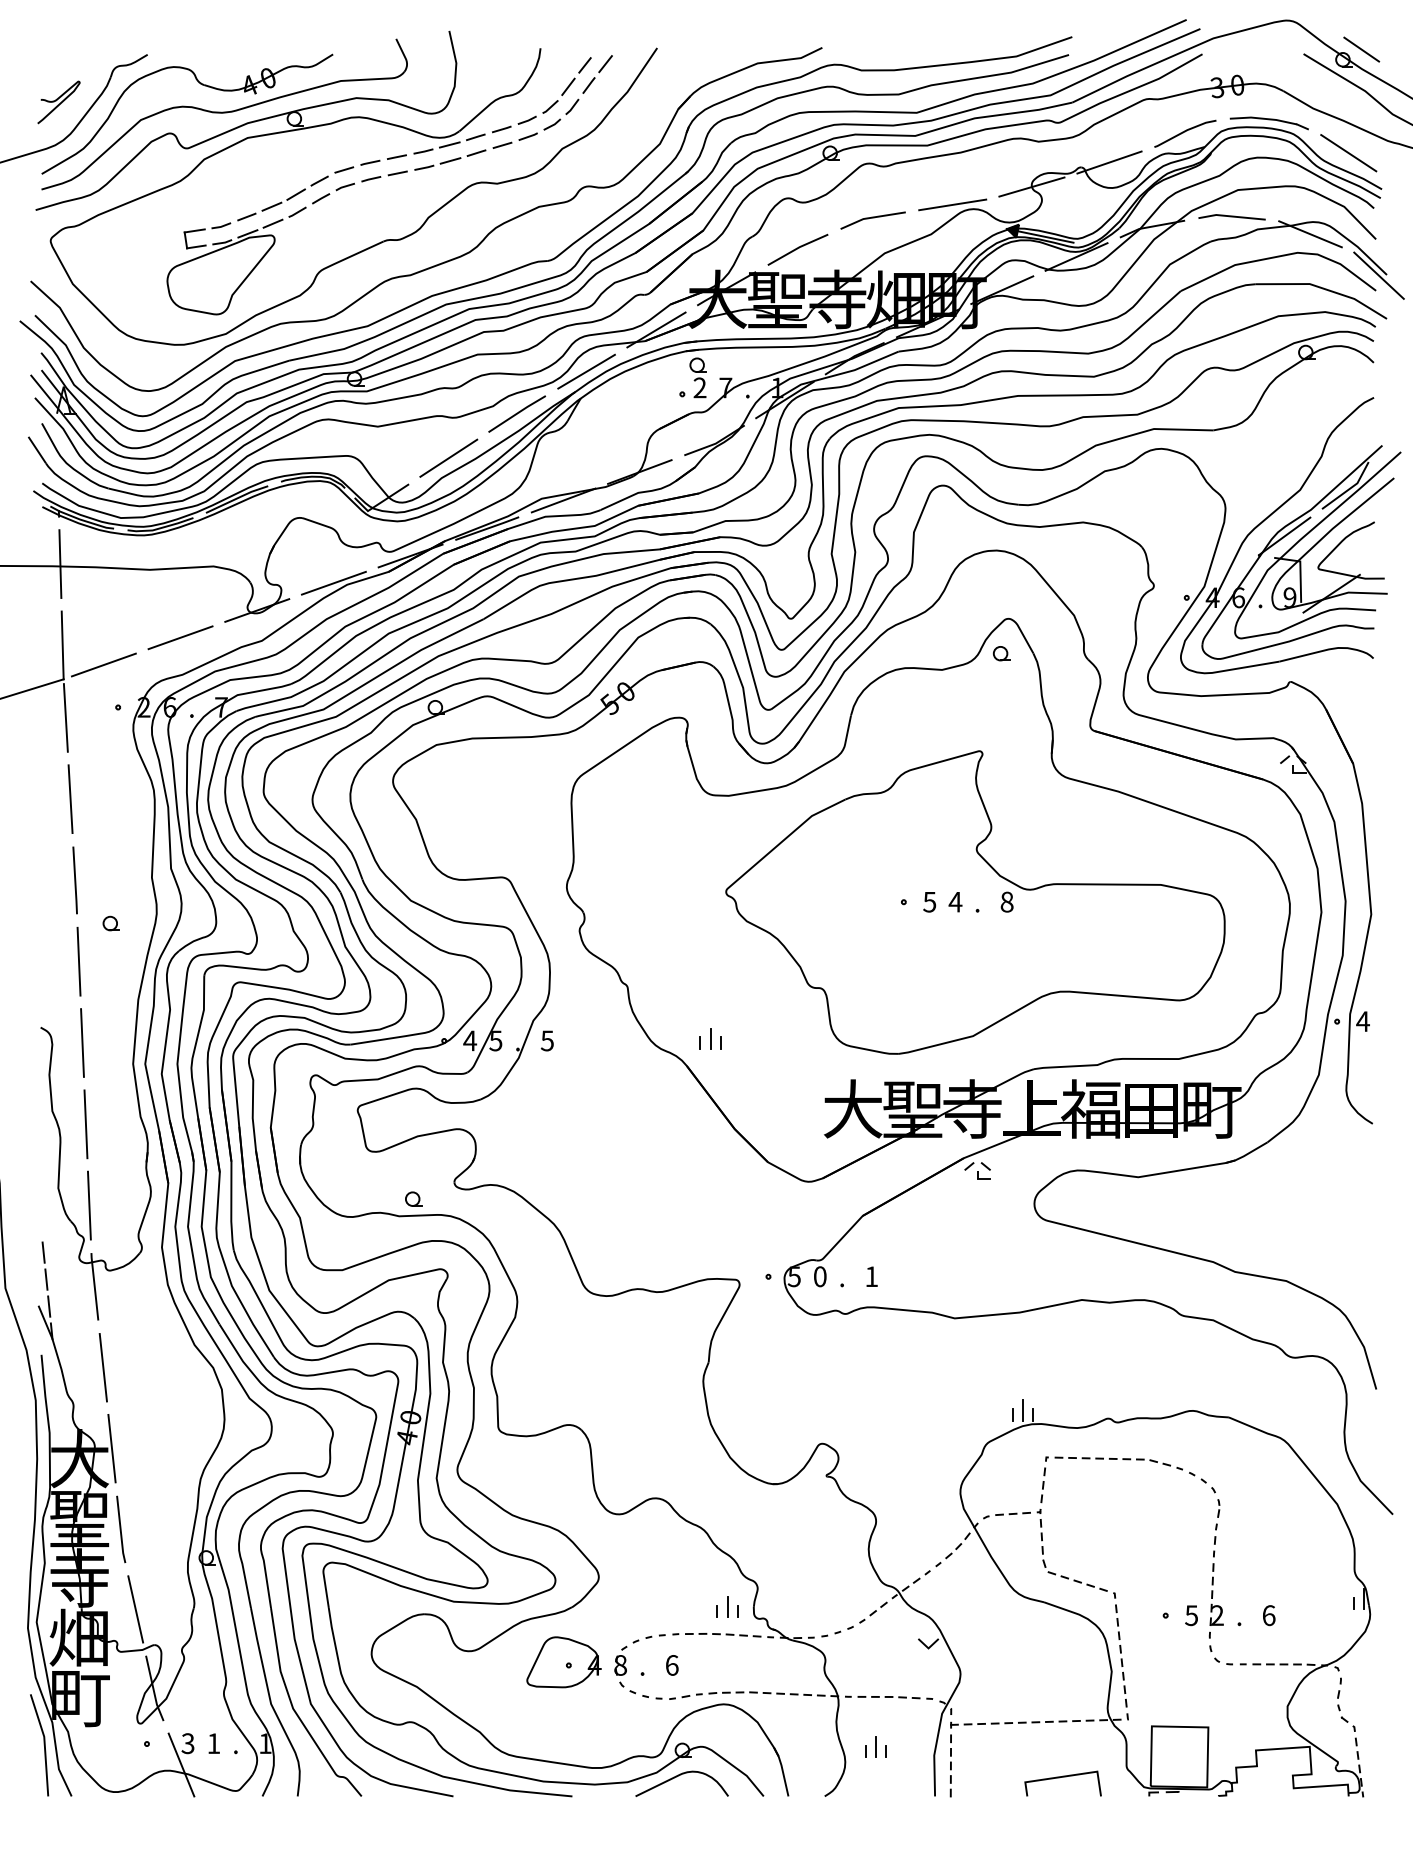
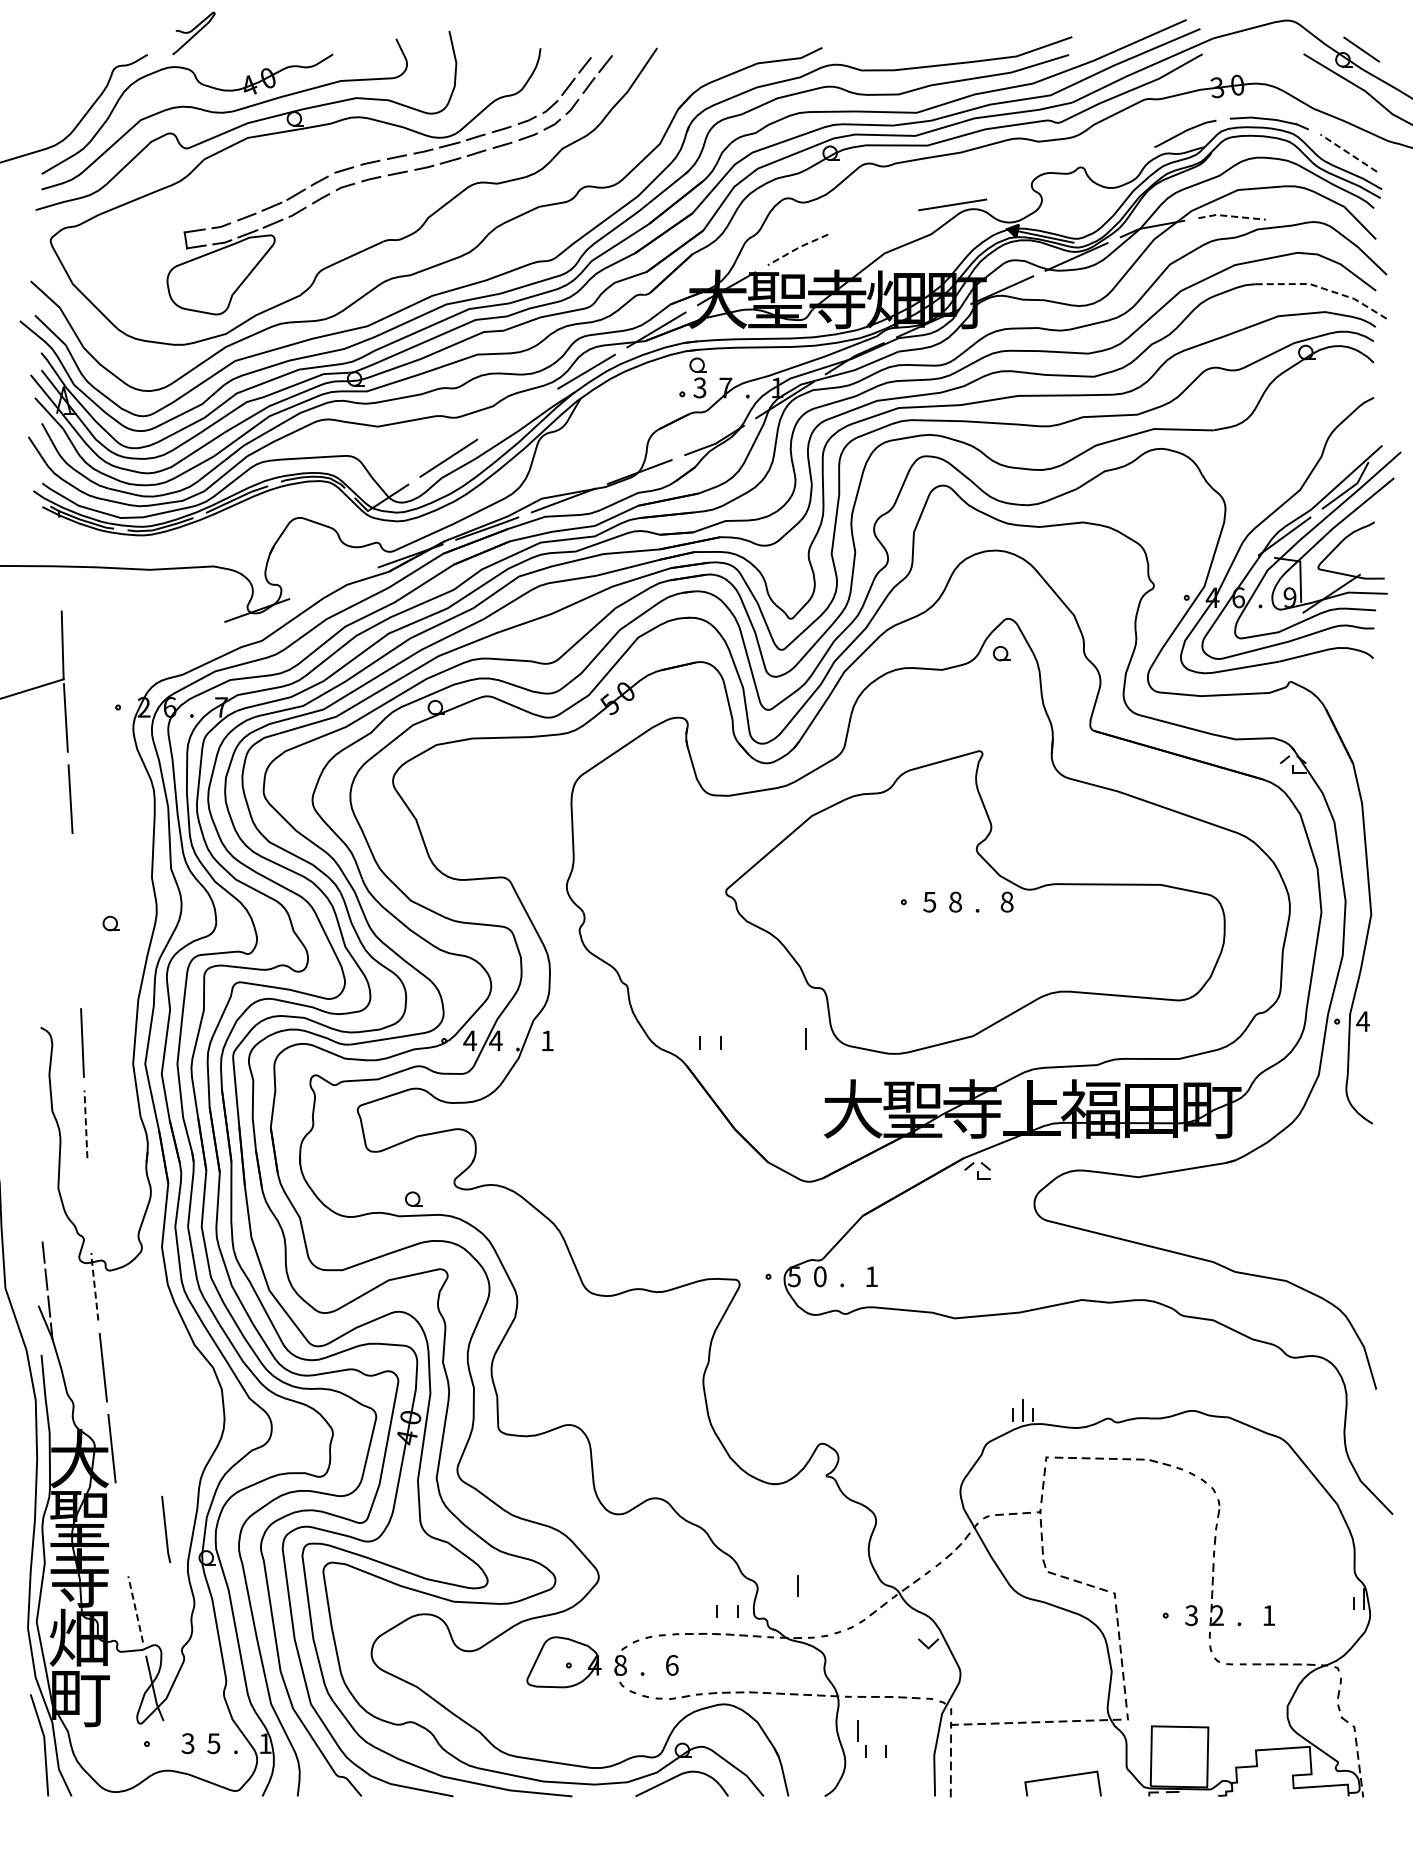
curve at (59, 103) position: (59, 103) -> (194, 34)
line at (1348, 152): solid -> dashed
line at (1109, 162): present -> none
line at (1031, 186): present -> none
line at (1231, 216): solid -> dashed
line at (872, 218): present -> none
line at (1310, 234): present -> none
line at (798, 248): solid -> dashed
line at (1378, 275): present -> none
line at (1324, 289): solid -> dashed
text at (699, 388): 2 -> 3
line at (516, 413): present -> none
line at (60, 563): present -> none
line at (333, 582): present -> none
line at (180, 637): present -> none
line at (103, 664): present -> none
line at (74, 880): present -> none
text at (955, 901): 4 -> 8
line at (78, 961): present -> none
line at (710, 1038) position: (710, 1038) -> (805, 1038)
text at (495, 1040): 5 -> 4
text at (546, 1040): 5 -> 1
line at (85, 1124): solid -> dashed
line at (88, 1205): present -> none
line at (94, 1285): solid -> dashed
line at (121, 1529) position: (121, 1529) -> (166, 1529)
line at (727, 1606) position: (727, 1606) -> (797, 1585)
line at (135, 1609): solid -> dashed
text at (1191, 1615): 5 -> 3
text at (1269, 1615): 6 -> 1
text at (213, 1743): 1 -> 5
line at (875, 1746) position: (875, 1746) -> (857, 1730)
line at (181, 1764): present -> none
